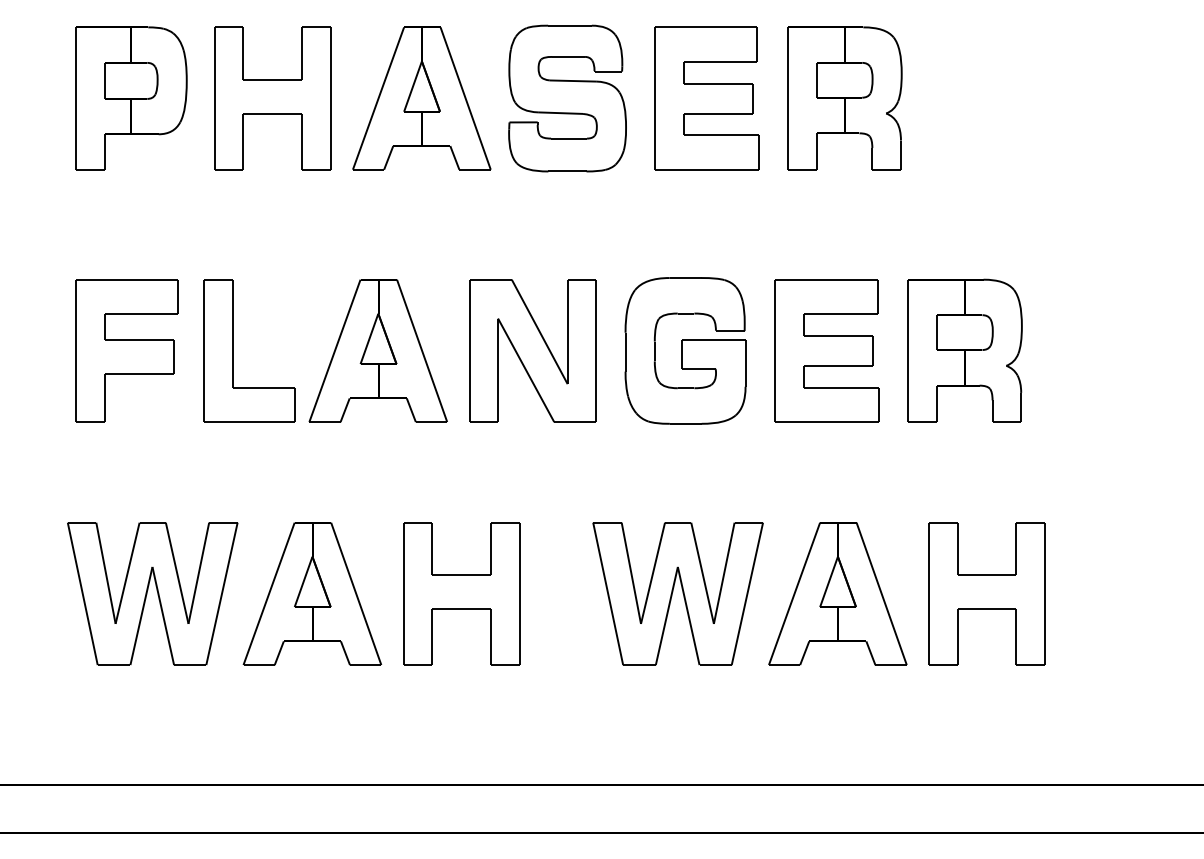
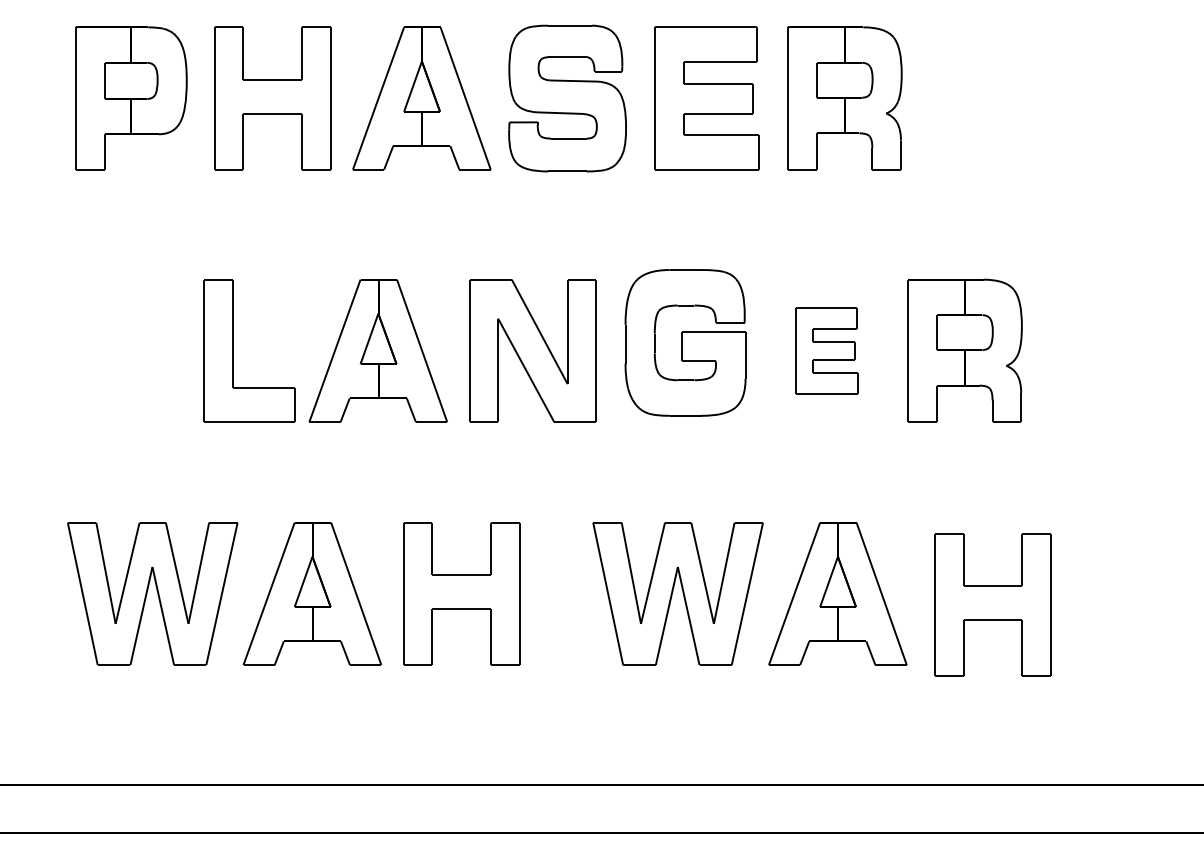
part at (126, 350): present -> none
part at (685, 350) position: (685, 350) -> (685, 342)
part at (826, 350) size: 106x144 px -> 64x88 px
part at (986, 593) position: (986, 593) -> (992, 604)
